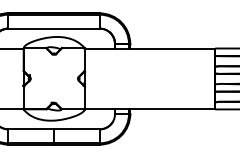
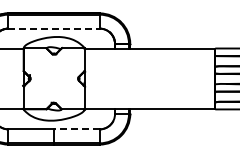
line at (54, 28): solid -> dashed
line at (76, 129): solid -> dashed
